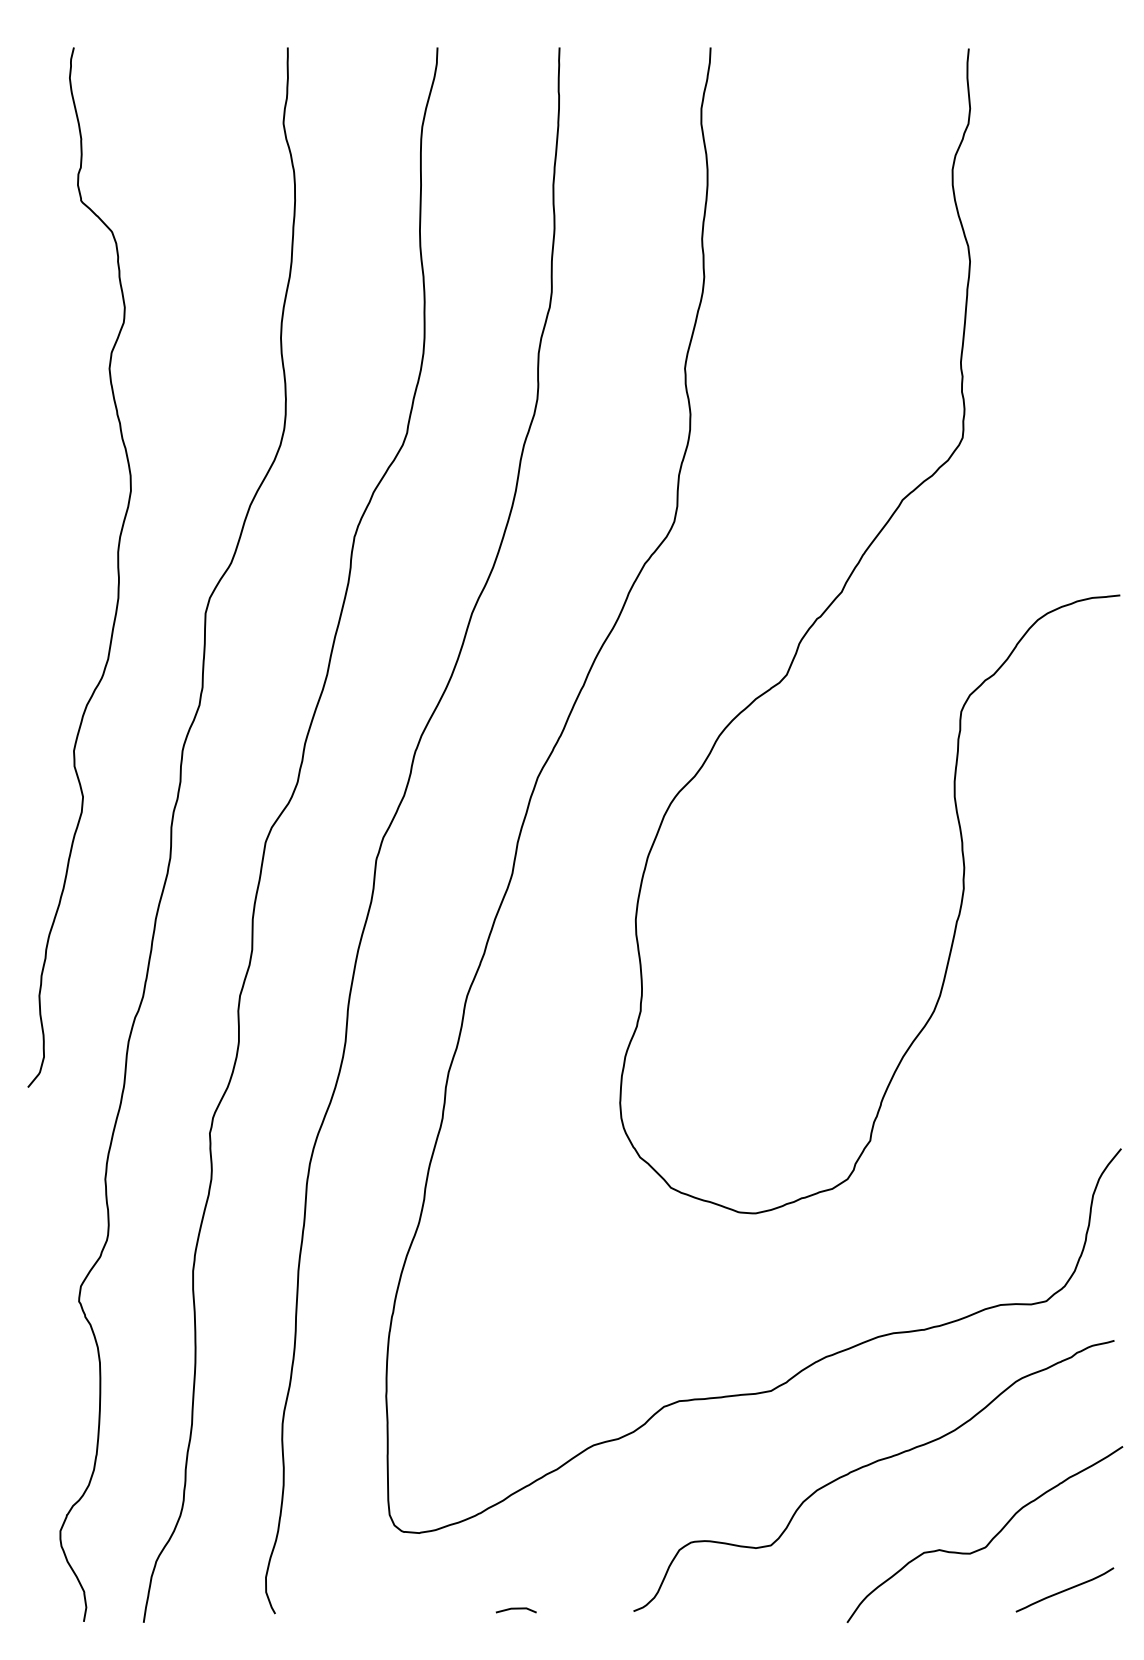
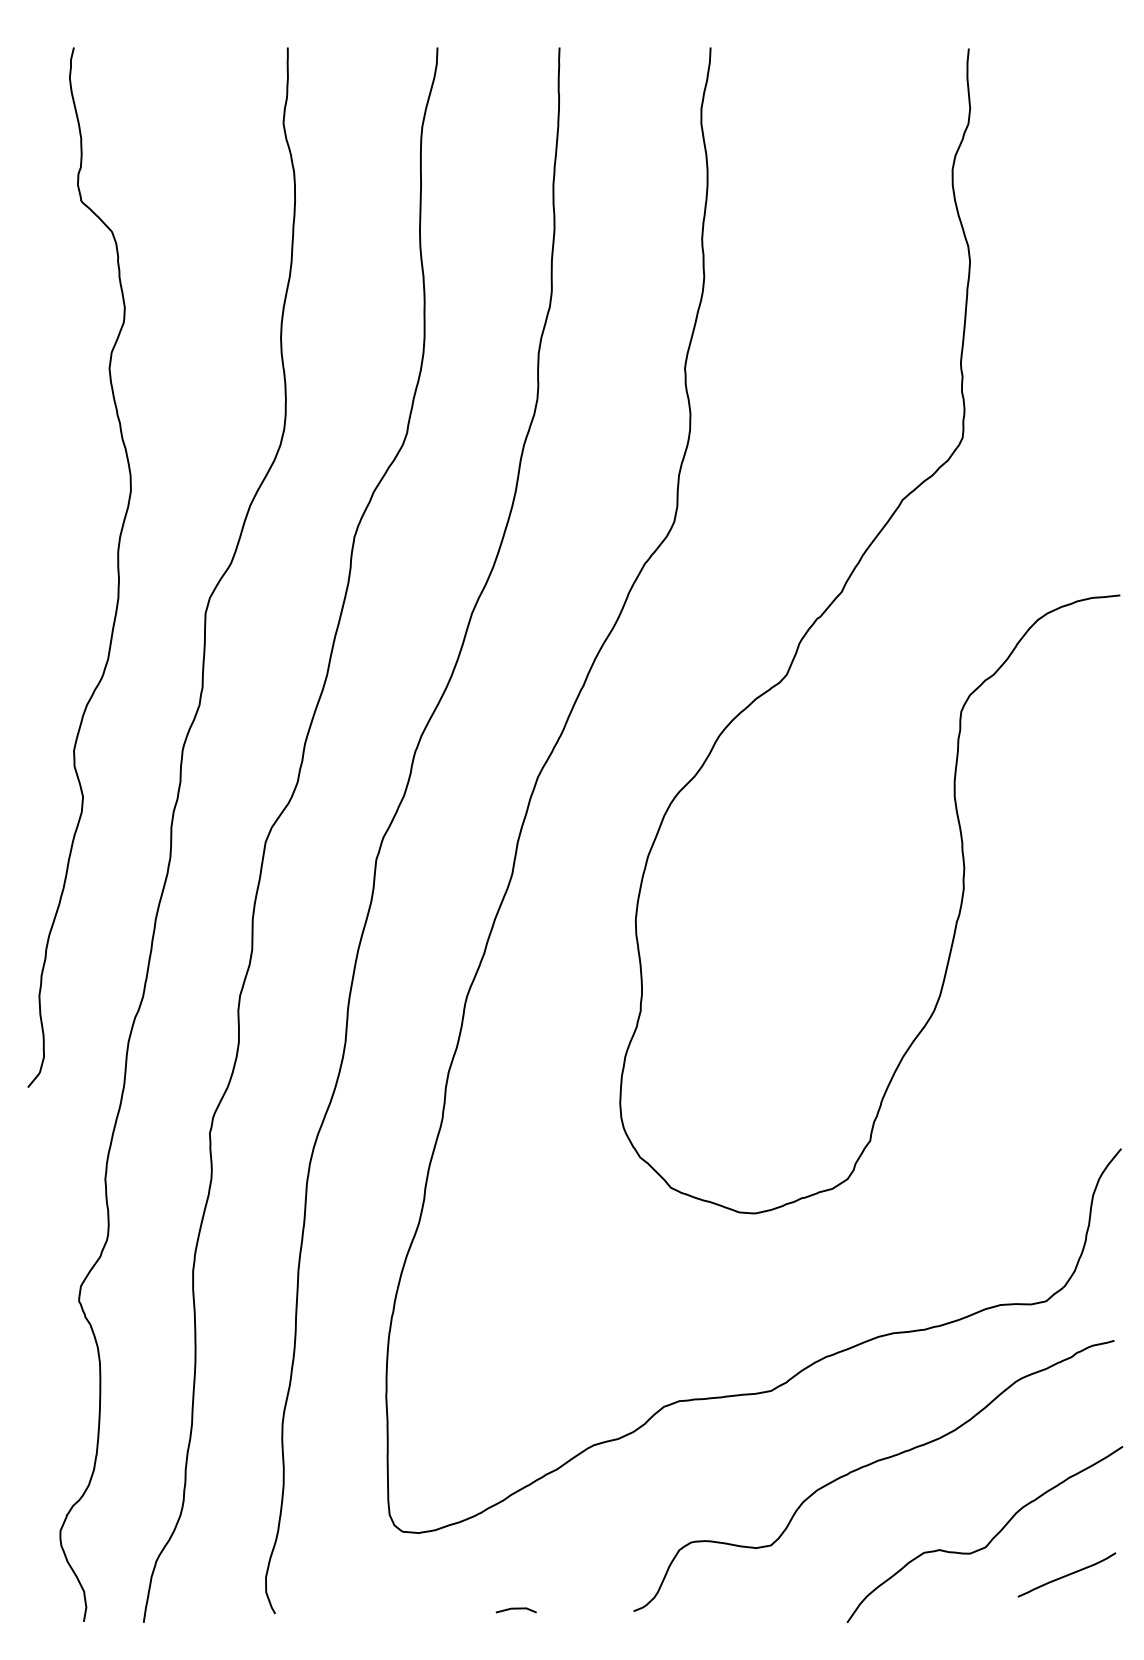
curve at (1064, 1589) position: (1064, 1589) -> (1066, 1574)
